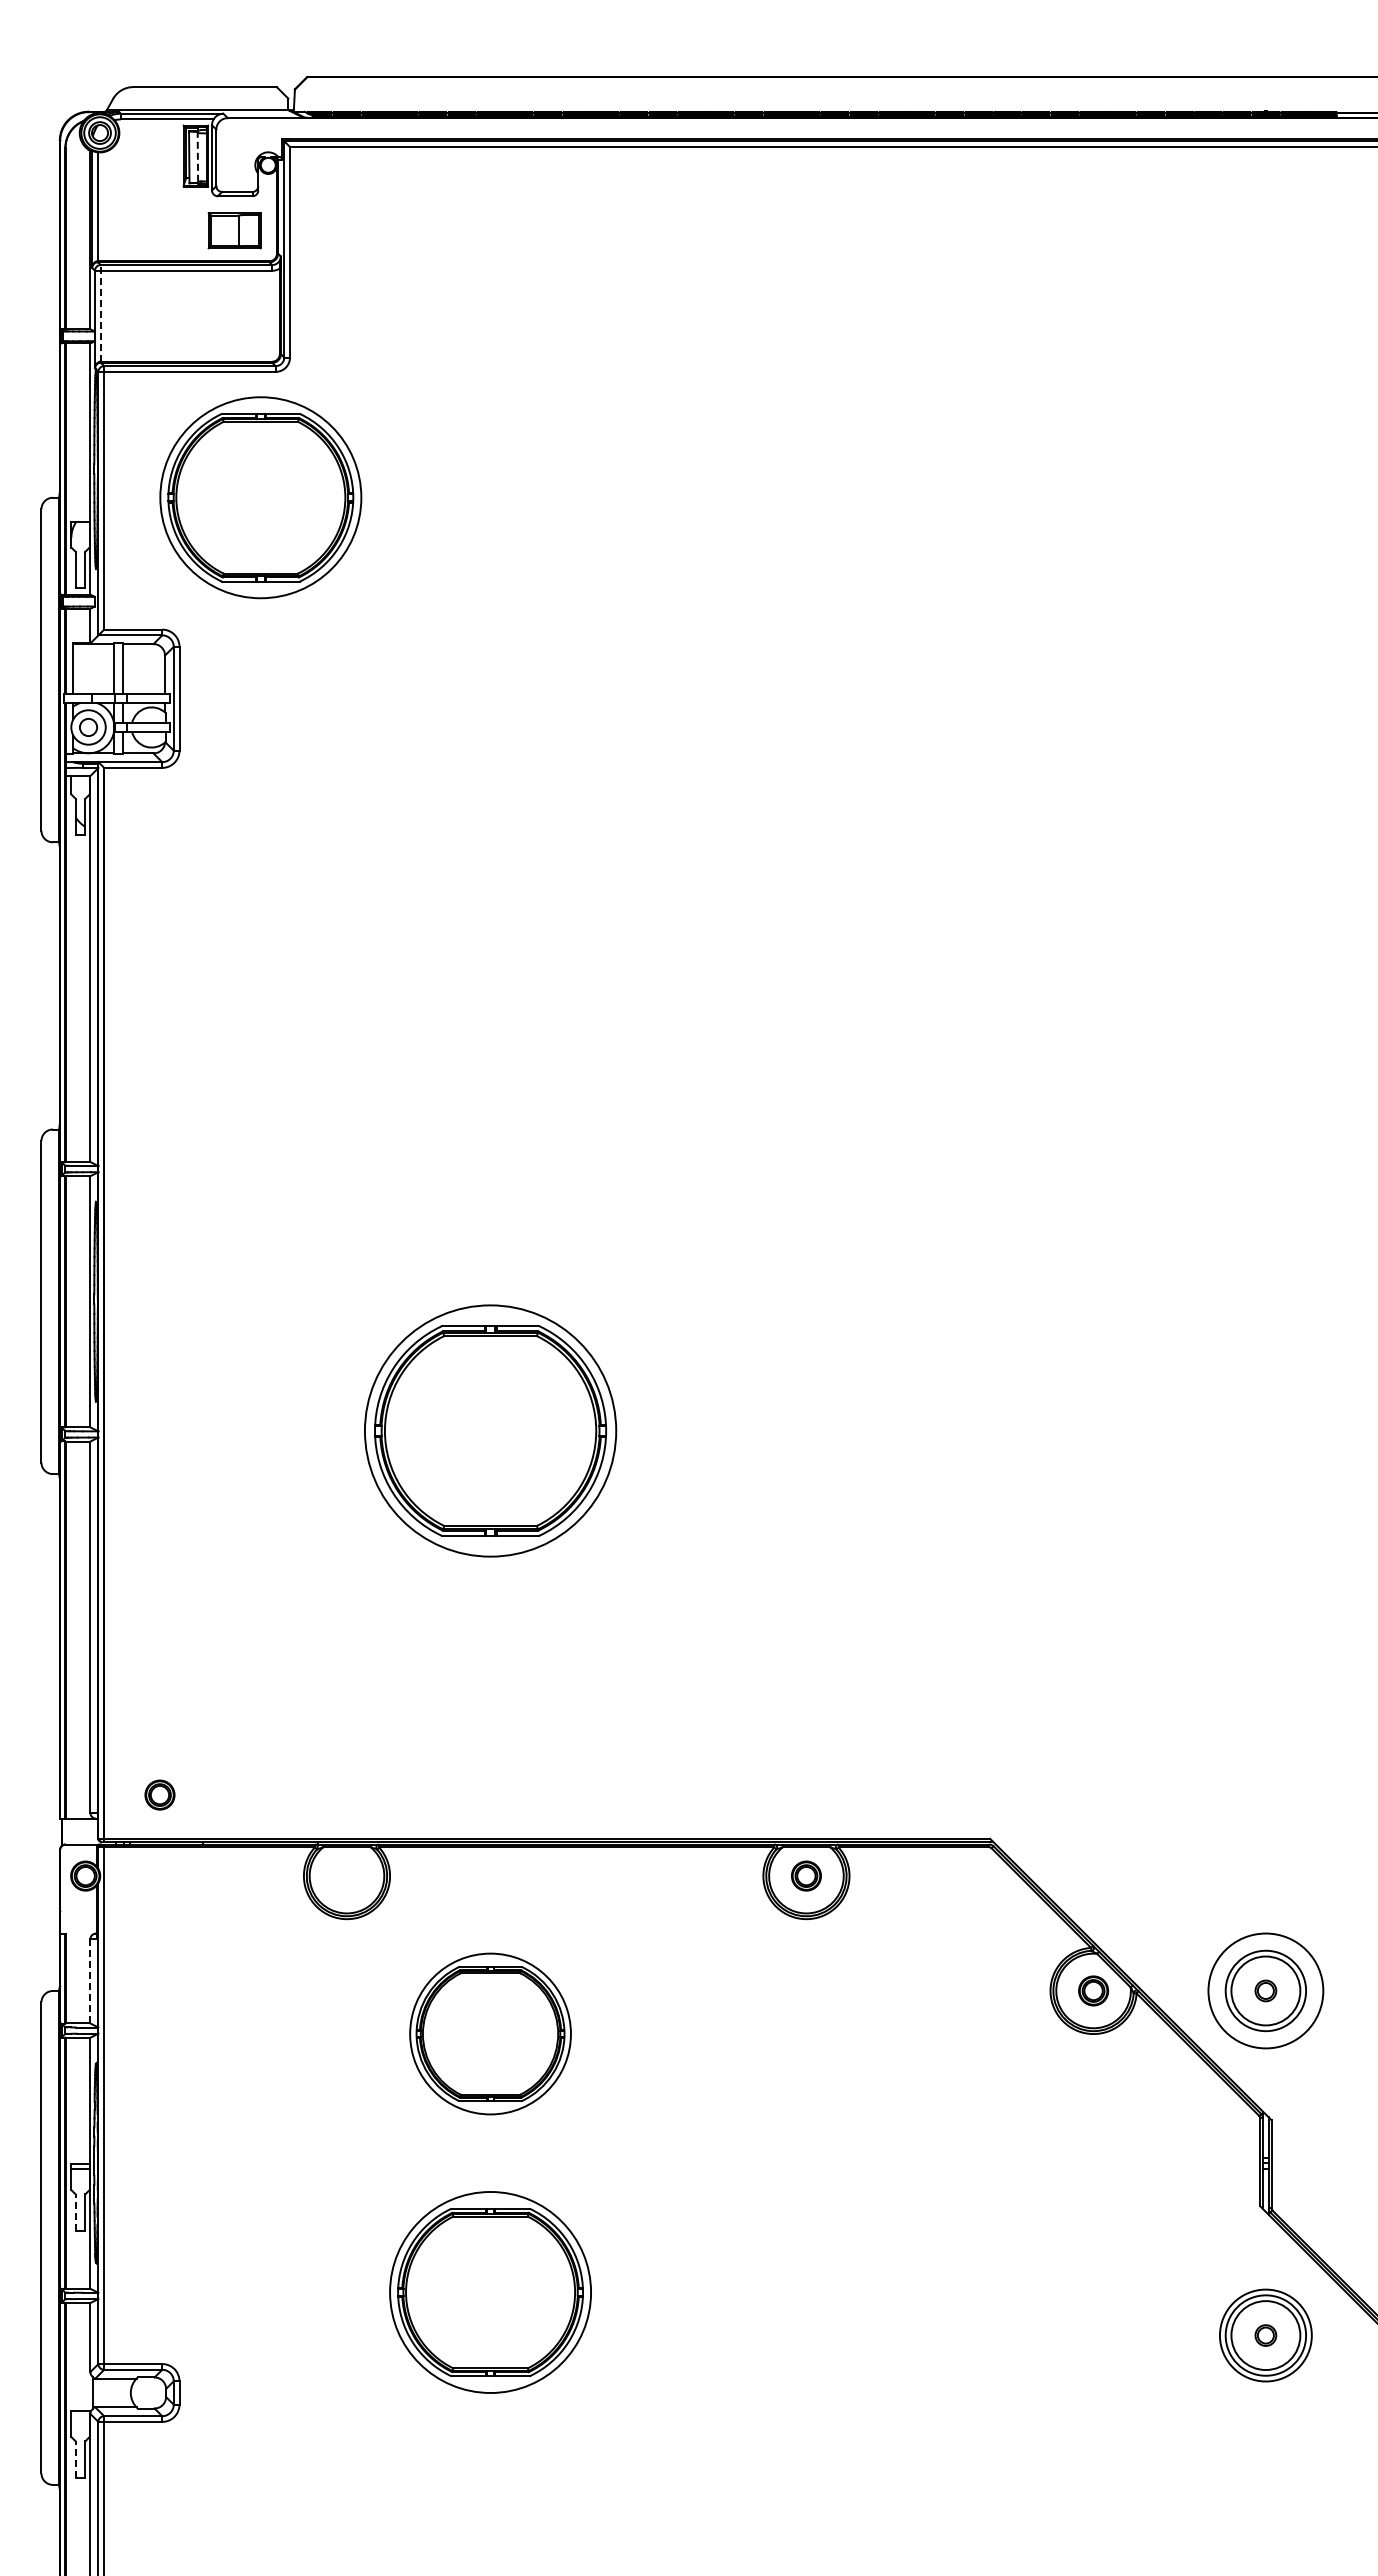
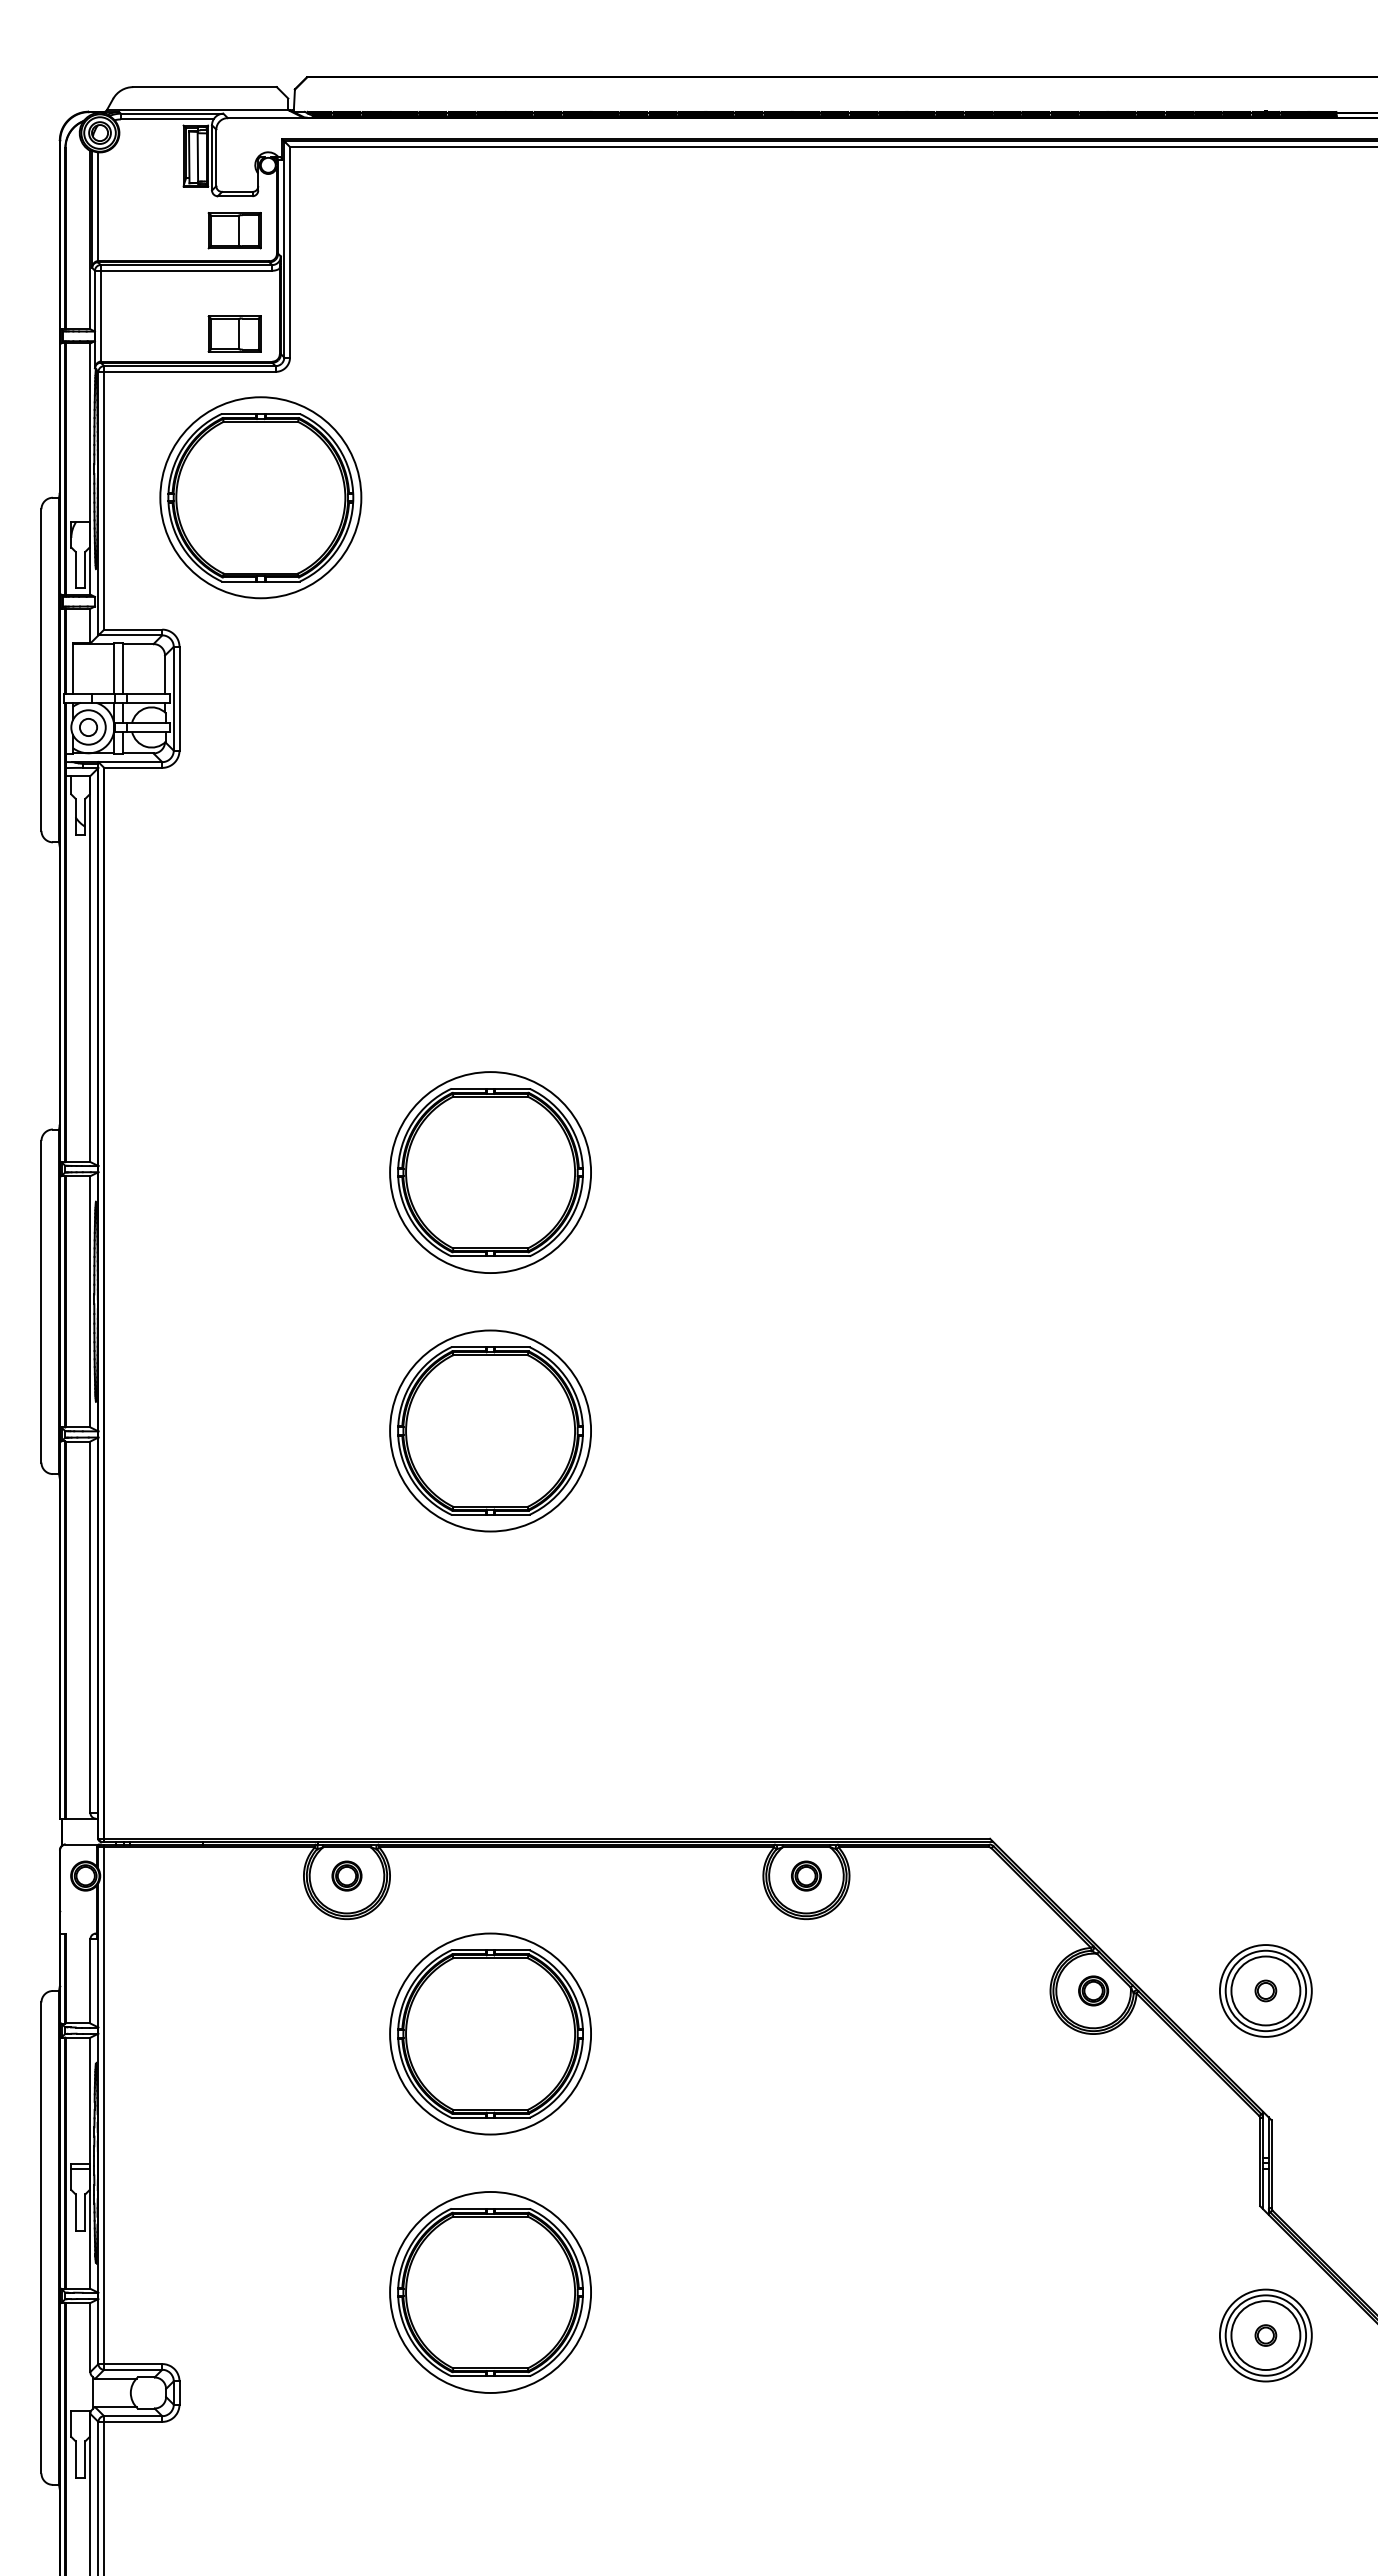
line at (197, 156): dashed -> solid
line at (100, 312): dashed -> solid
part at (234, 333): none -> present
part at (490, 1172): none -> present
part at (490, 1430) size: 254x254 px -> 203x204 px
part at (159, 1794) position: (159, 1794) -> (346, 1875)
line at (90, 1981): dashed -> solid
circle at (1265, 1990) diameter: 115 px -> 92 px
part at (490, 2033) size: 163x164 px -> 203x204 px
line at (75, 2212): dashed -> solid
line at (75, 2458): dashed -> solid
